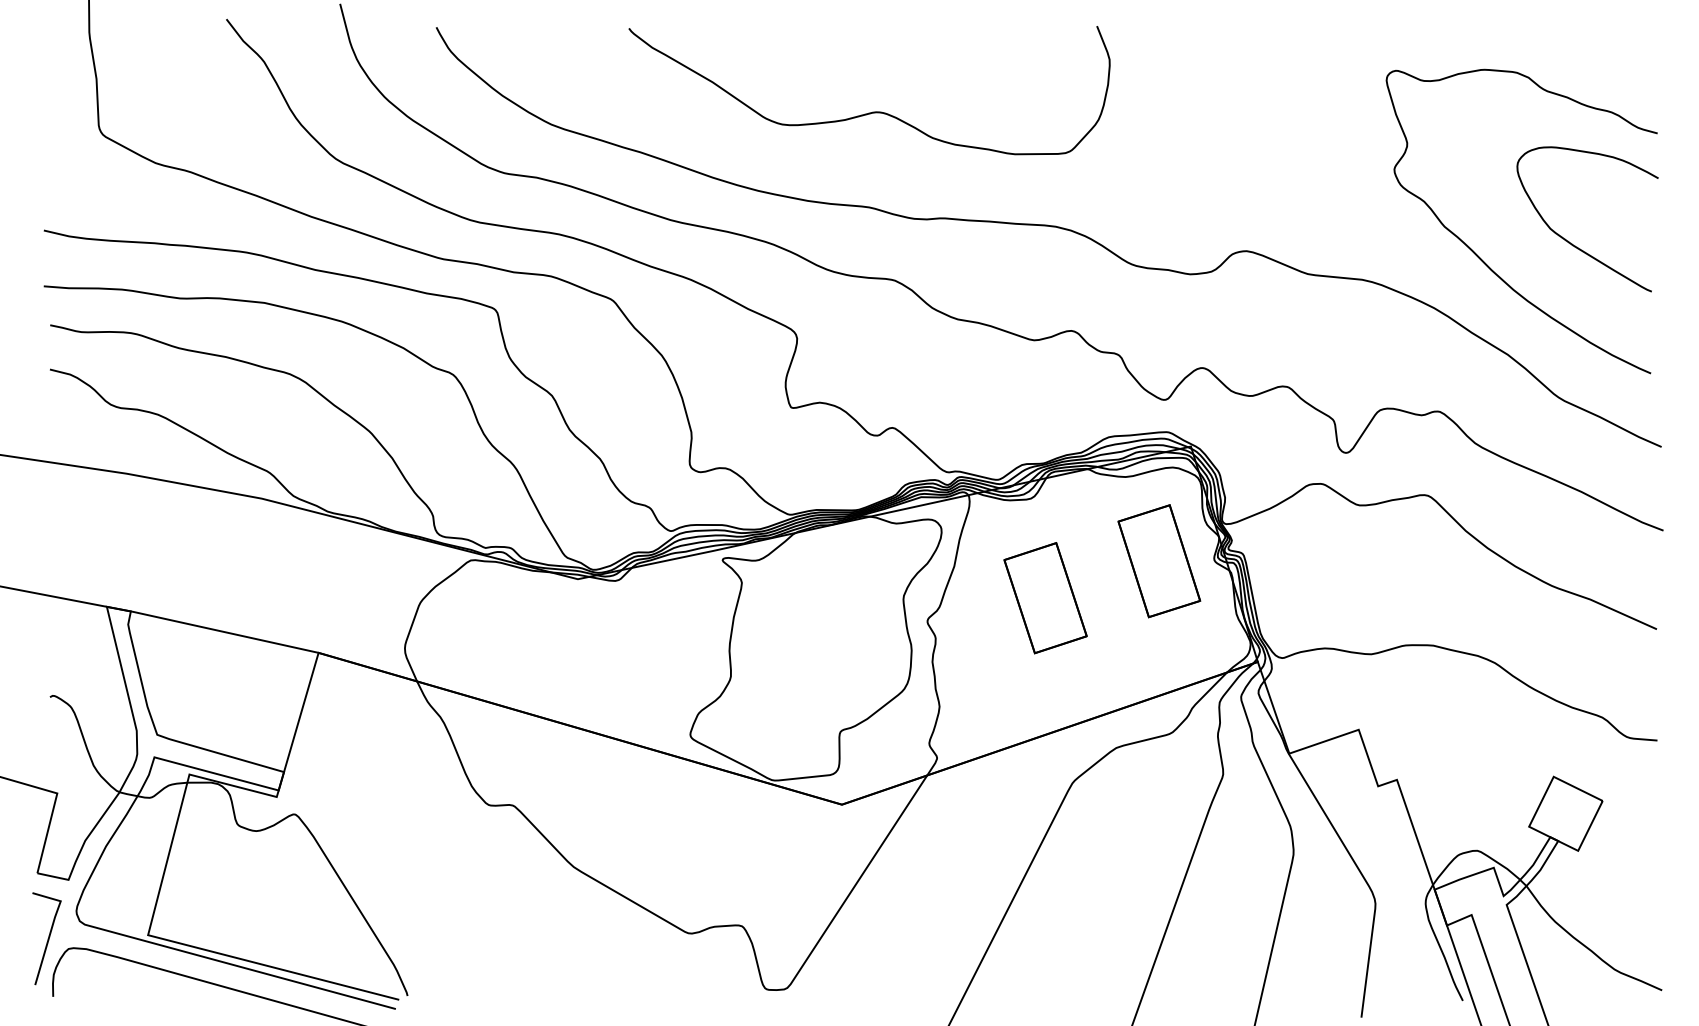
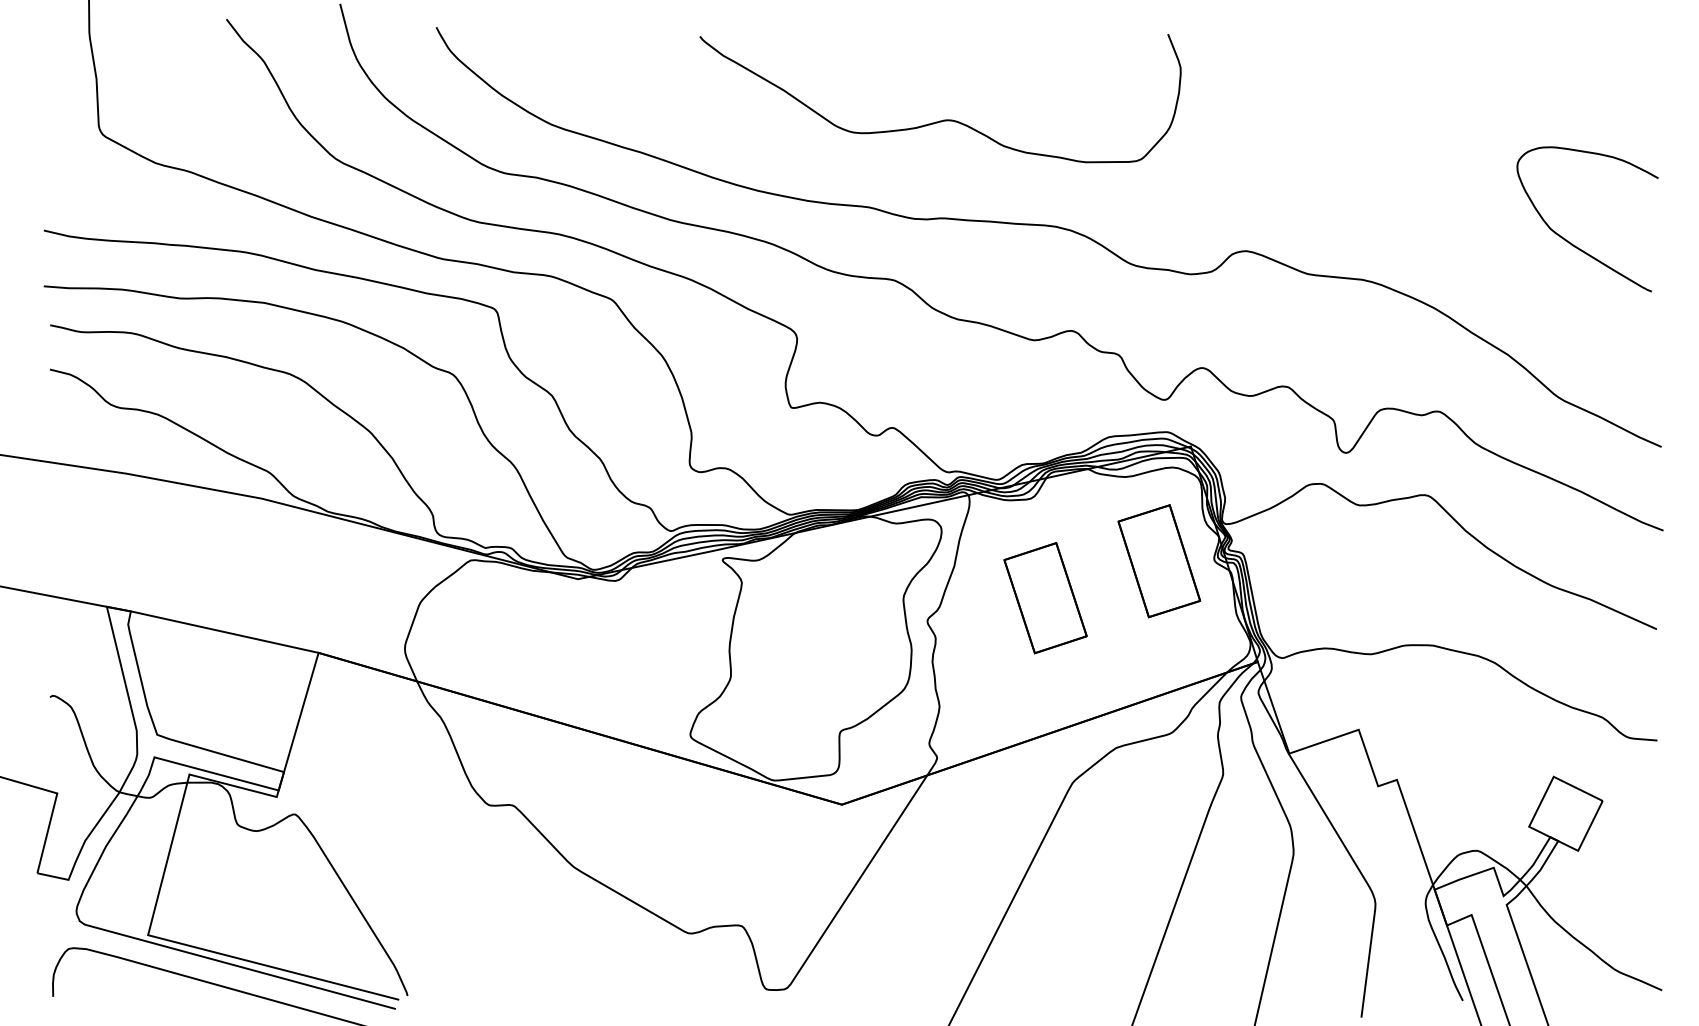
curve at (872, 111) position: (872, 111) -> (943, 119)
curve at (1482, 259): present -> none
line at (47, 938): present -> none
